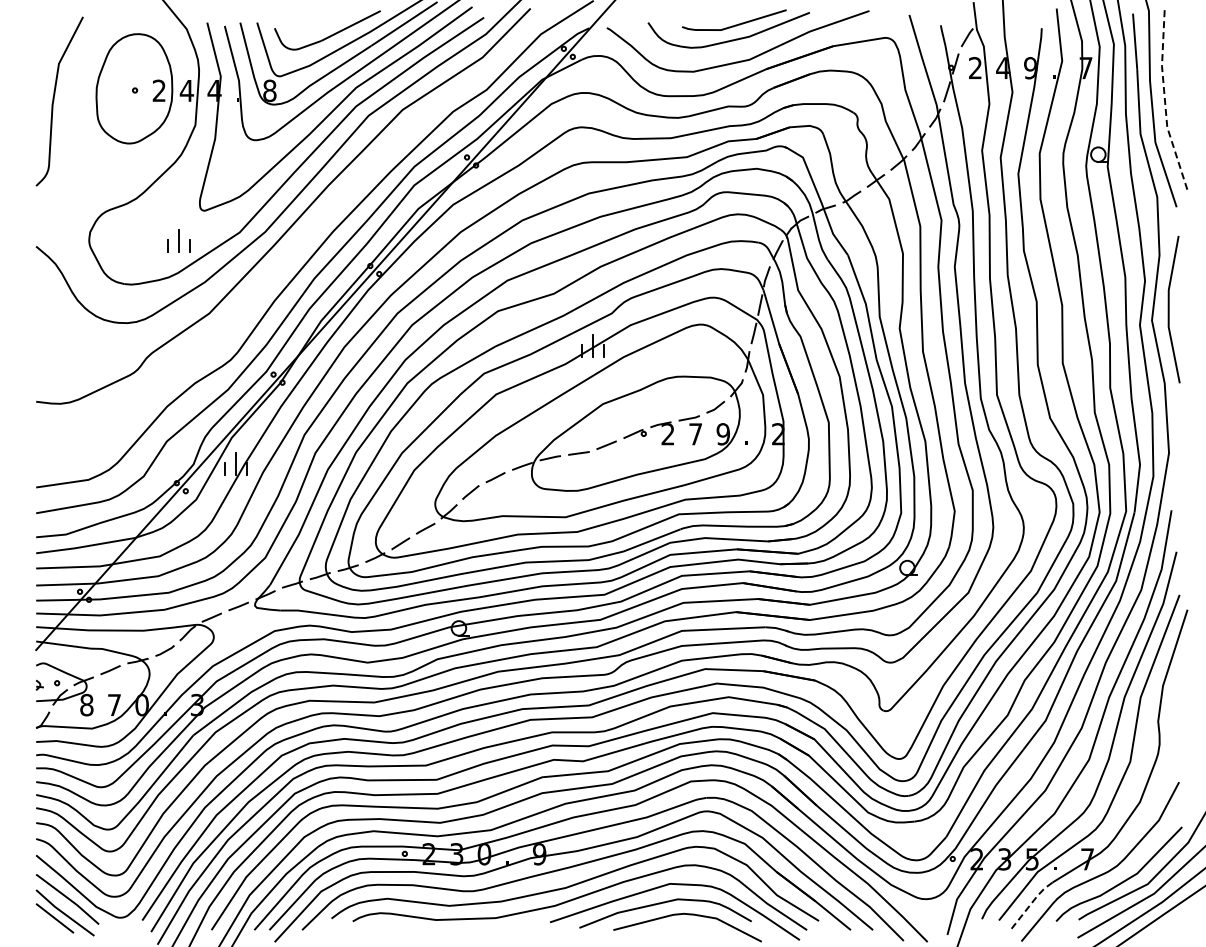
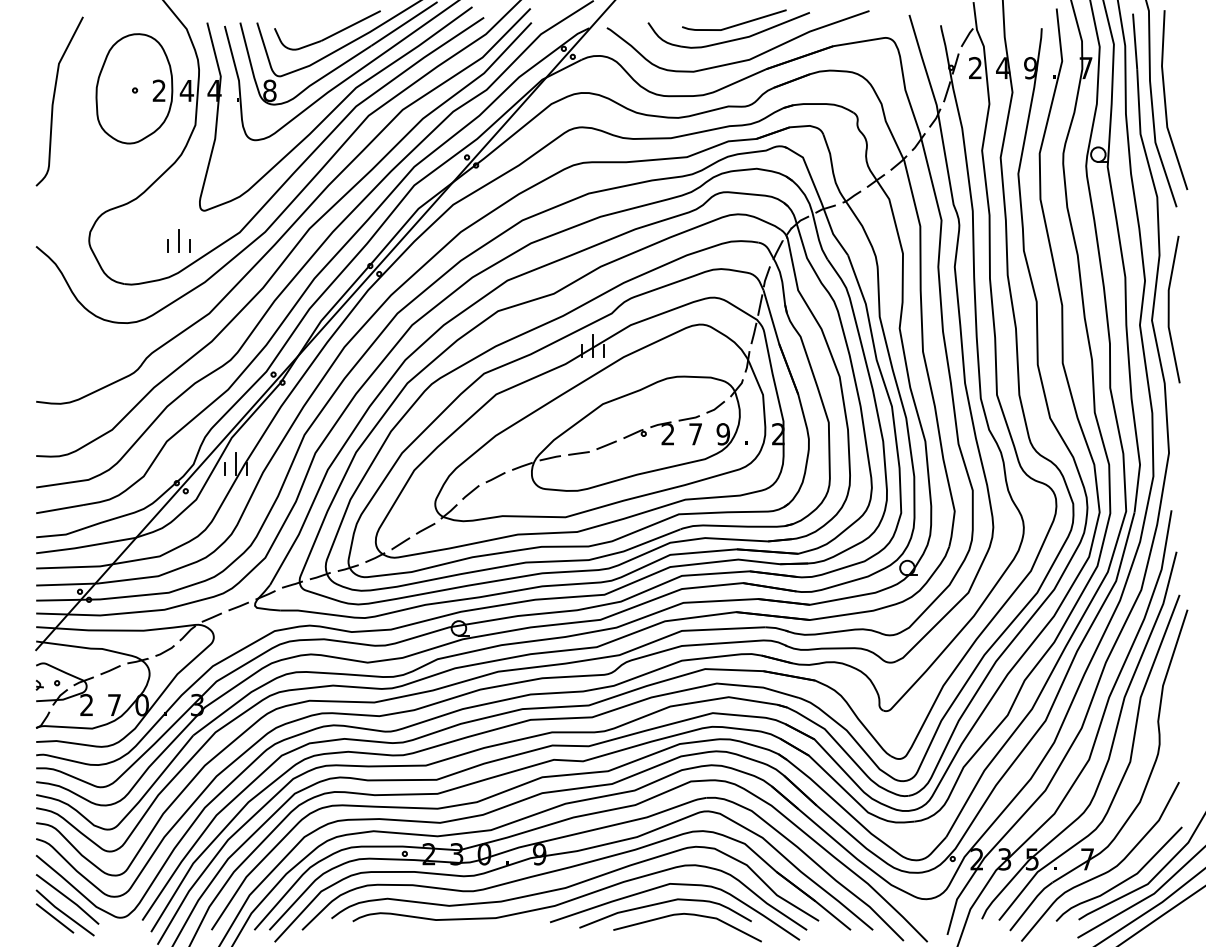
line at (1165, 101): dashed -> solid
curve at (293, 247): none -> present
text at (86, 705): 8 -> 2
line at (1030, 904): dashed -> solid
